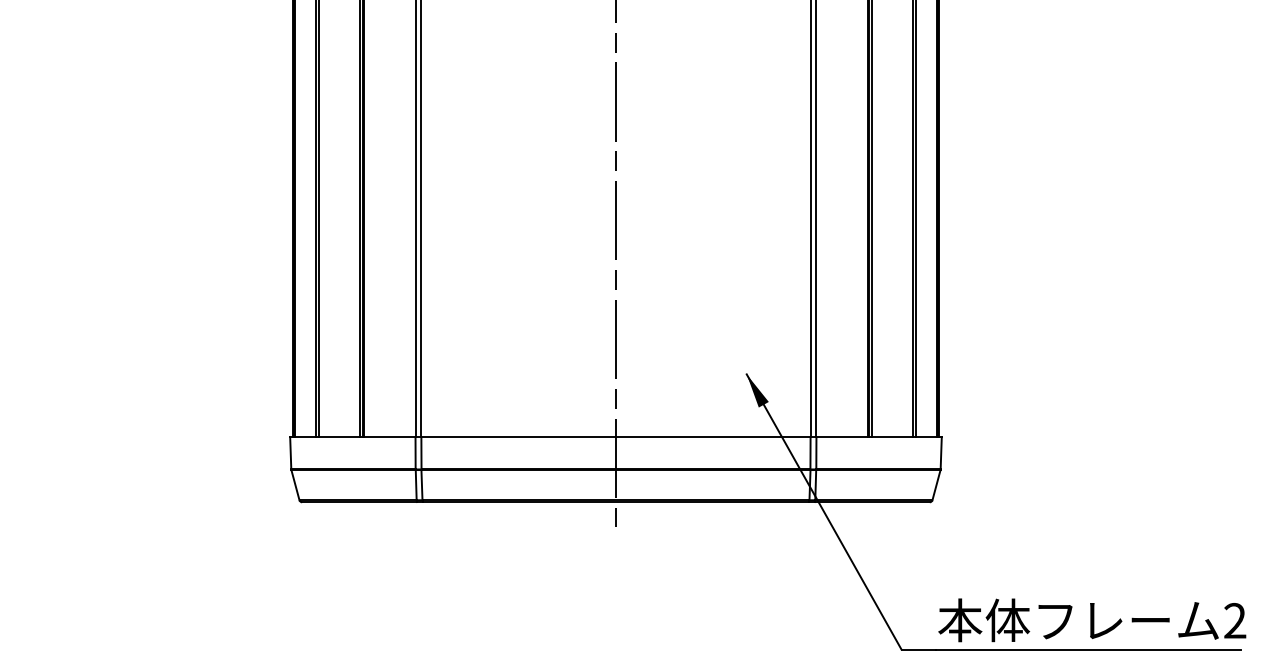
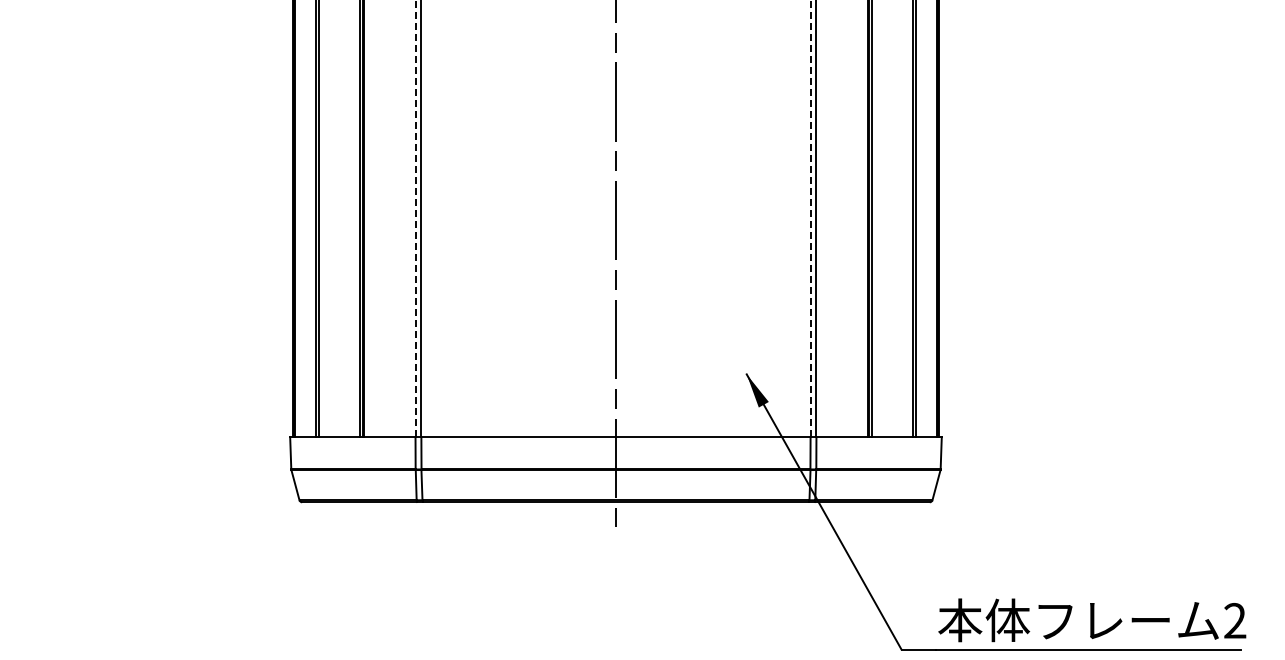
line at (416, 218): solid -> dashed
line at (810, 218): solid -> dashed
